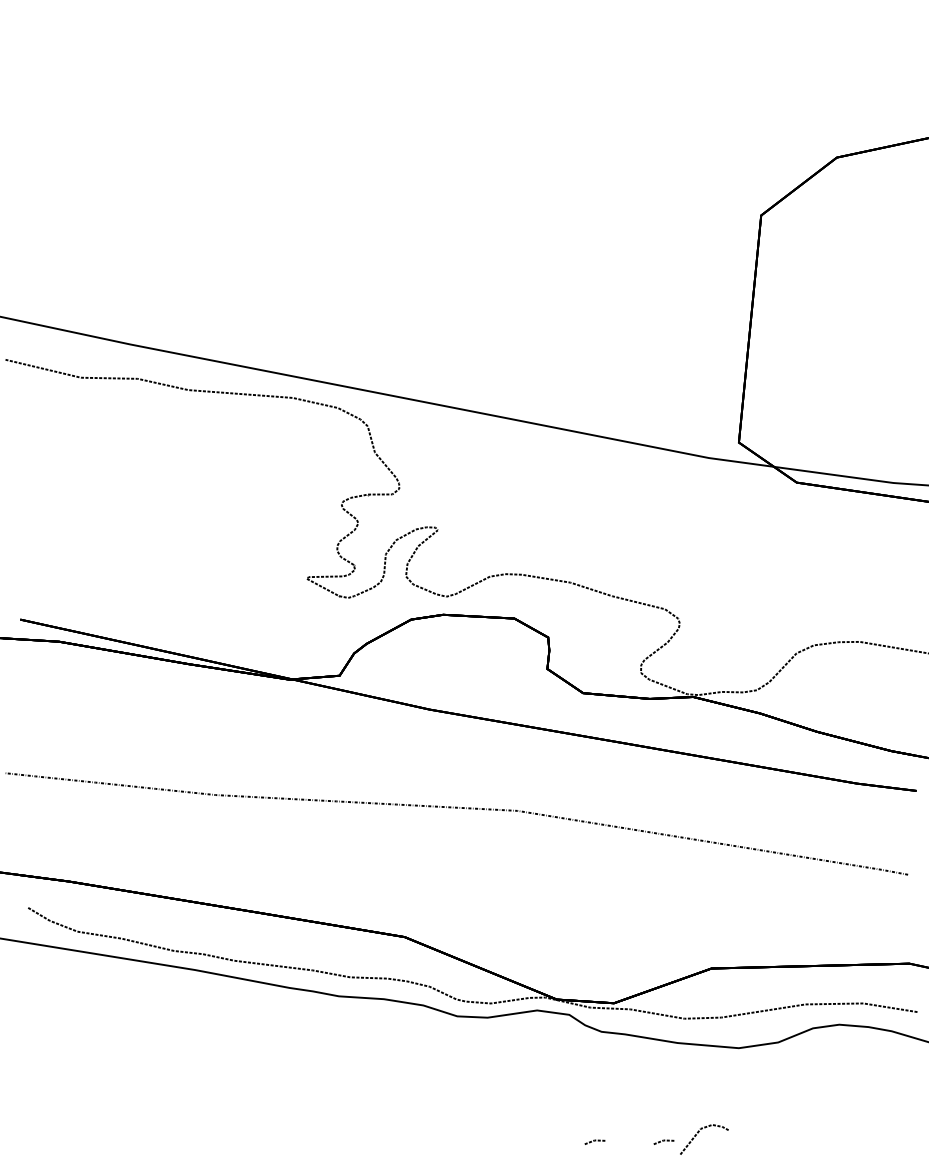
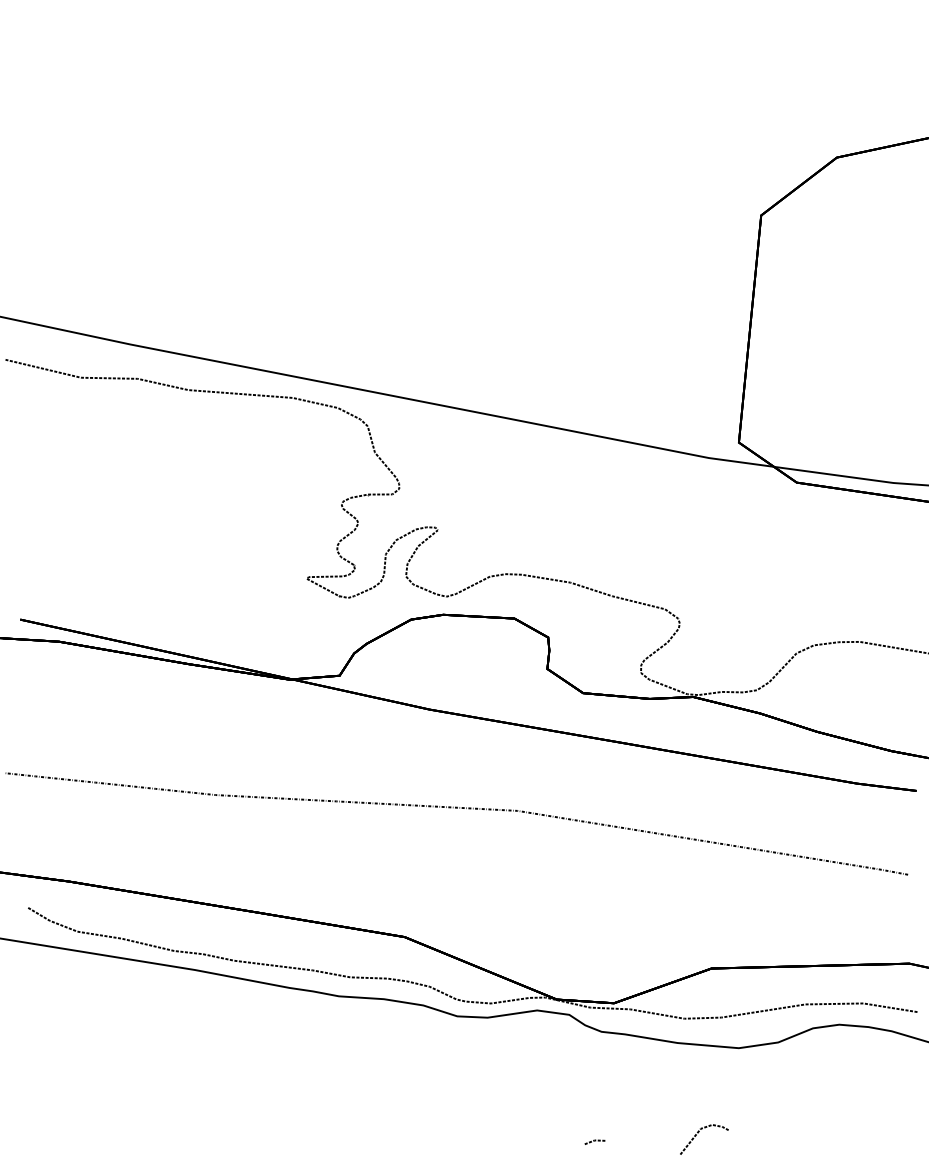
line at (663, 1141): present -> none
